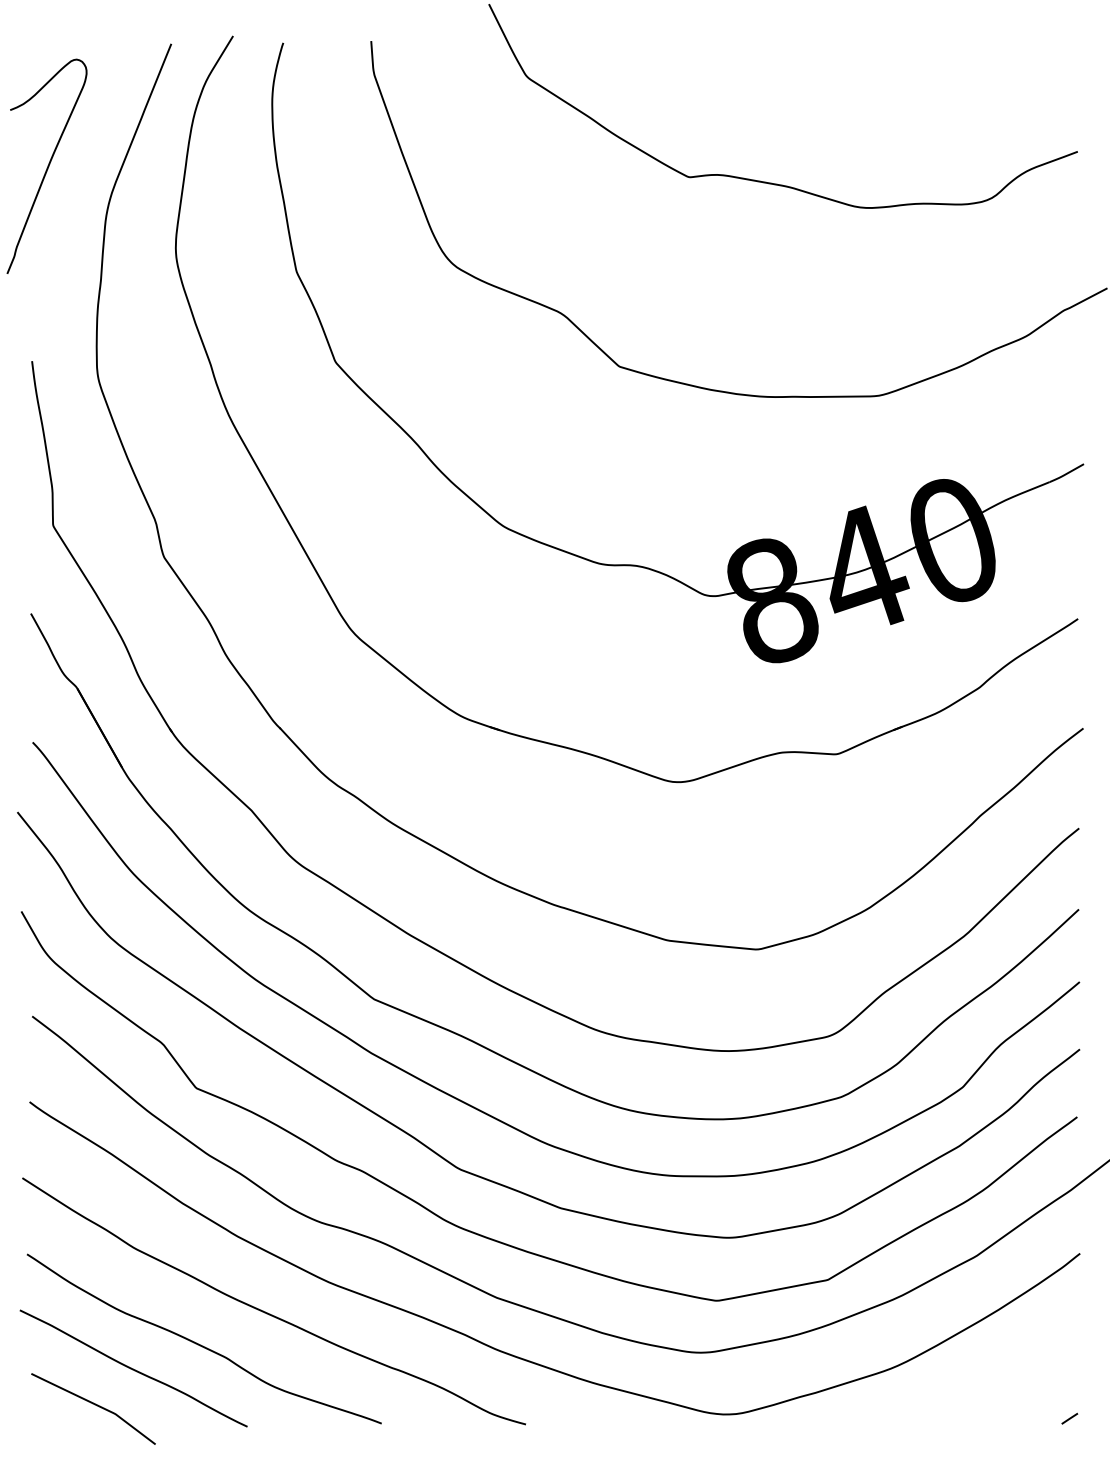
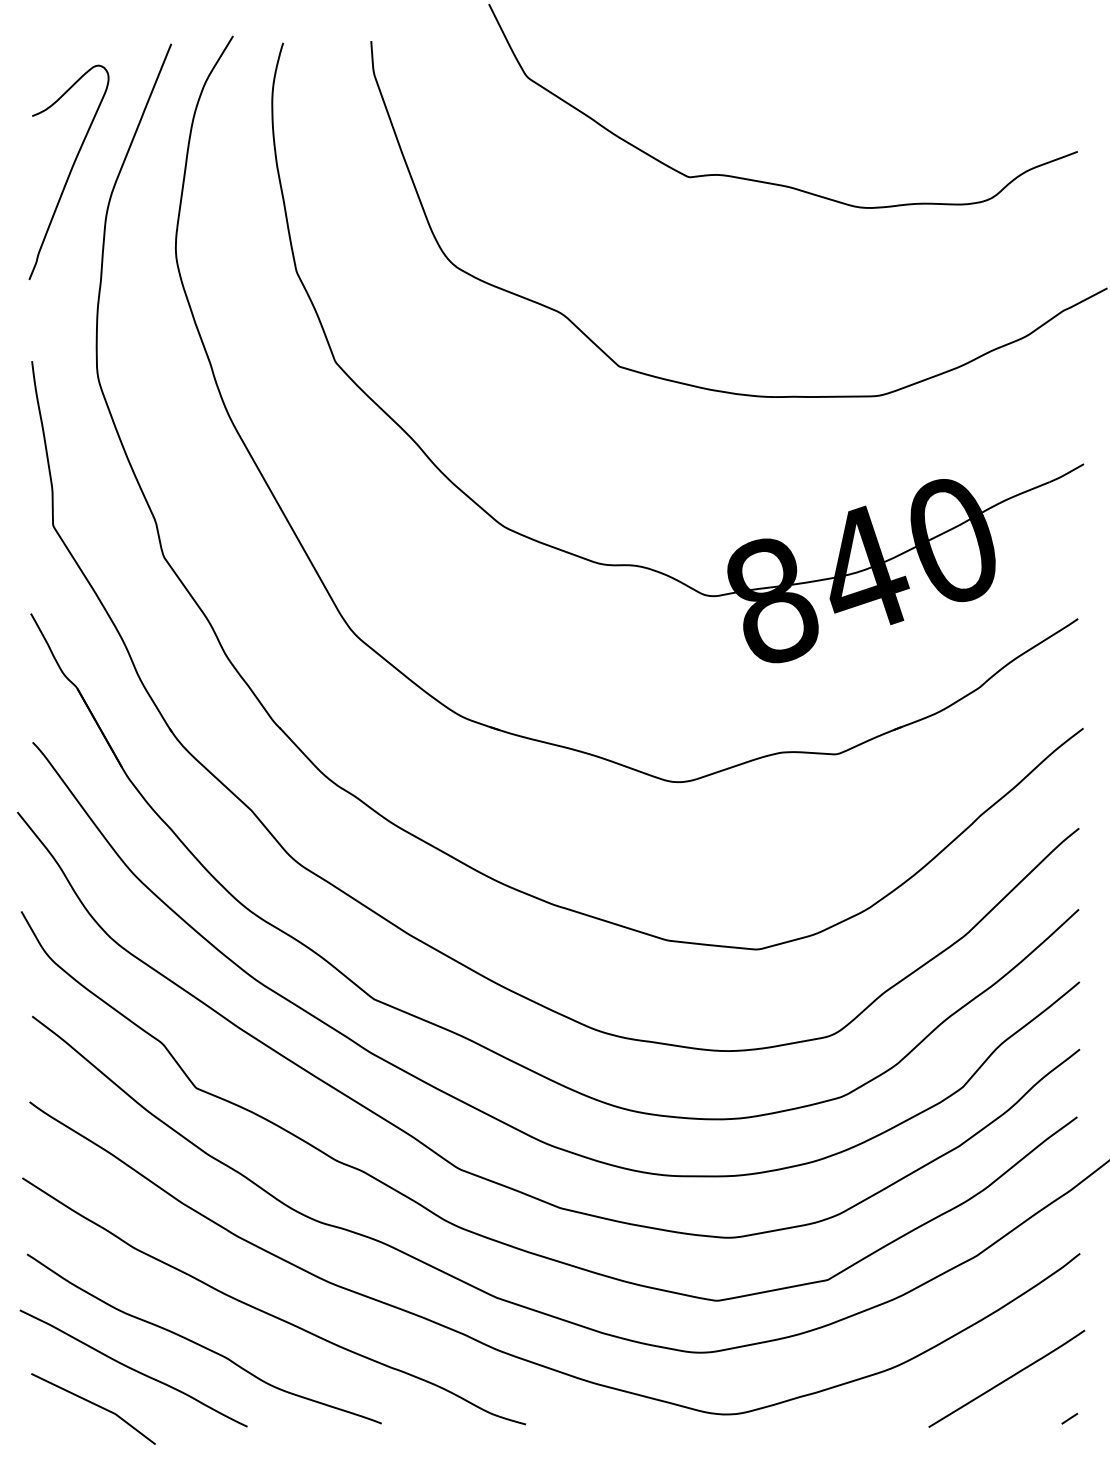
curve at (47, 165) position: (47, 165) -> (69, 171)
curve at (1006, 1378): none -> present
